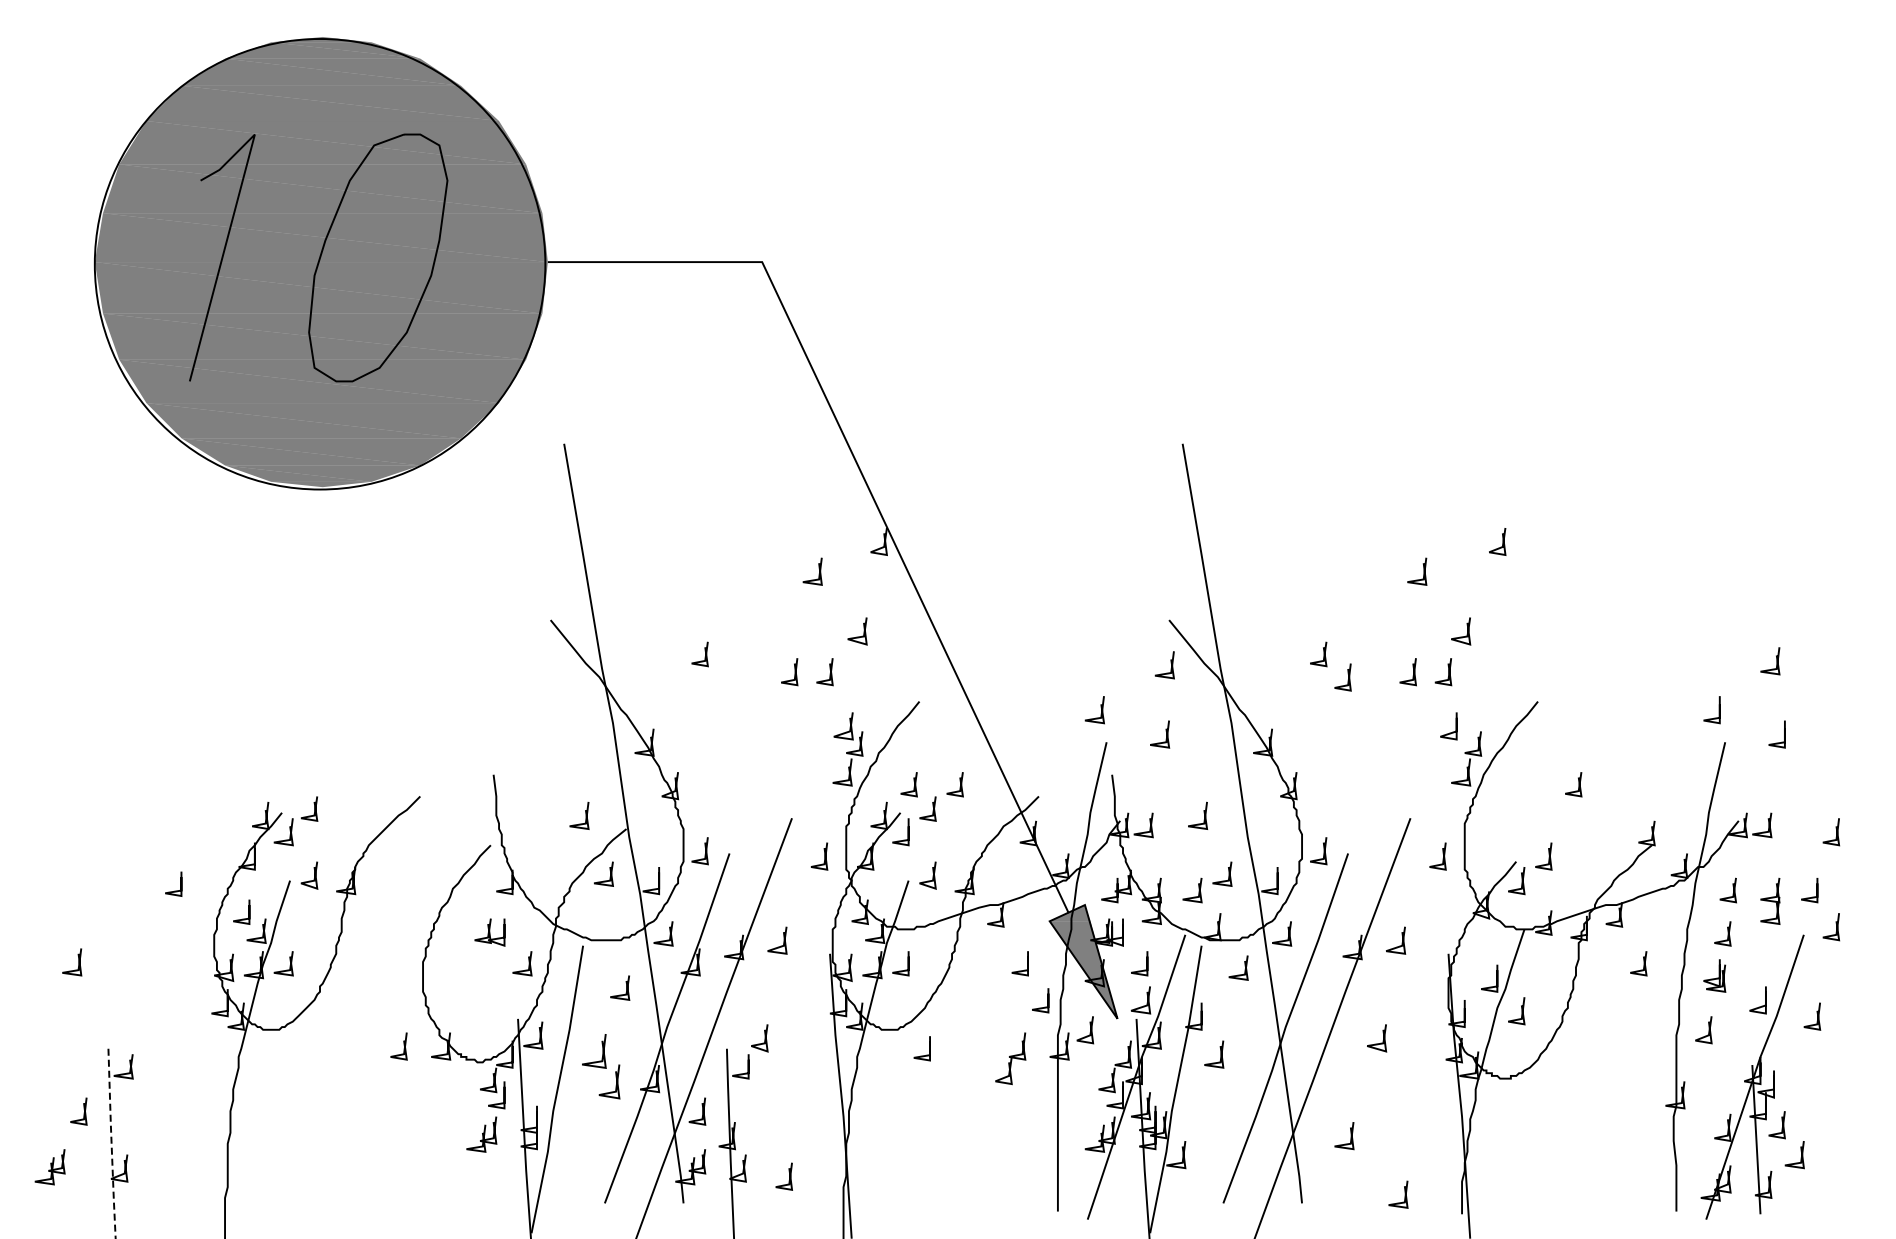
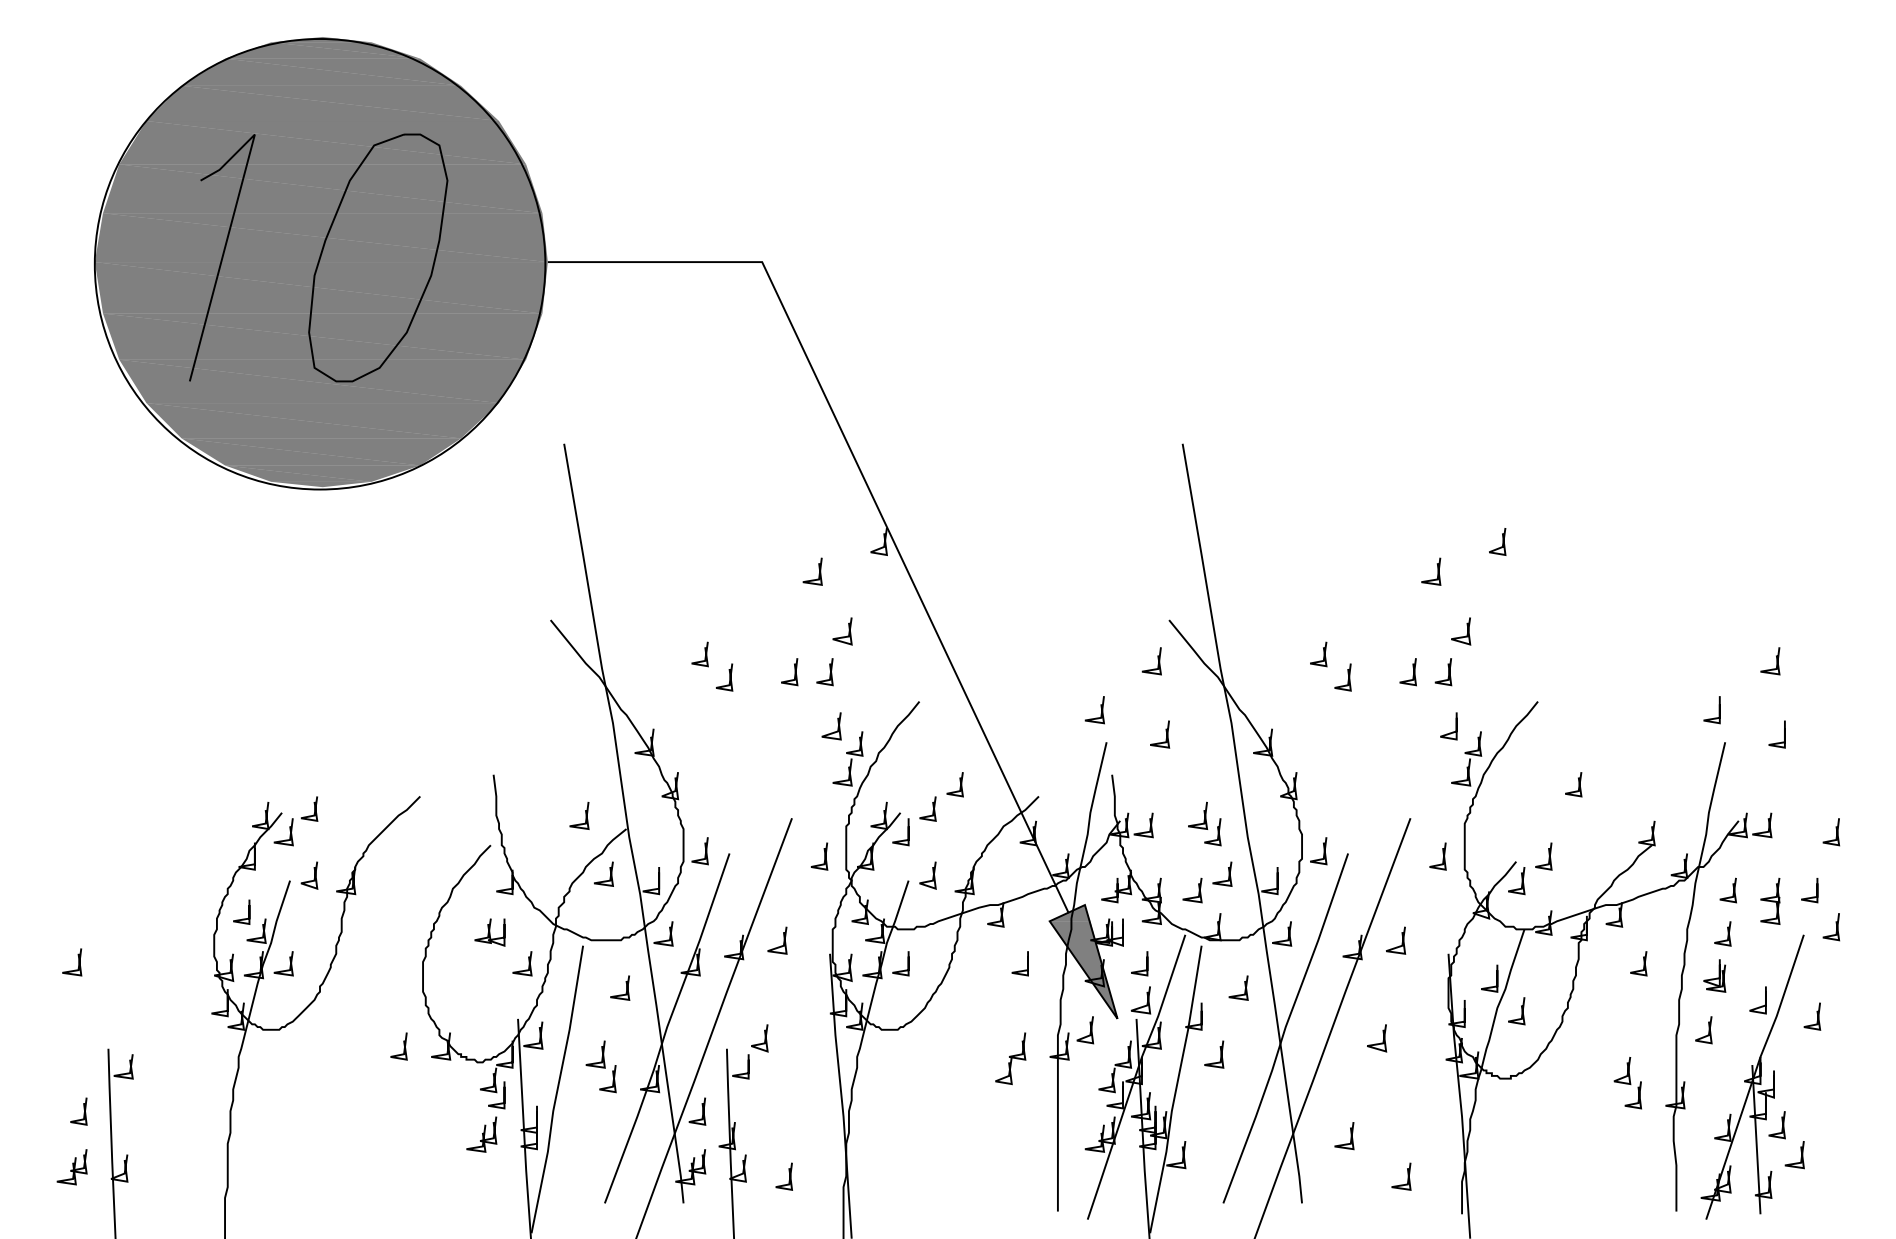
line at (1423, 571) position: (1423, 571) -> (1437, 571)
line at (857, 636) position: (857, 636) -> (842, 636)
line at (1170, 663) position: (1170, 663) -> (1157, 659)
line at (729, 677): none -> present
line at (846, 731) position: (846, 731) -> (834, 731)
line at (913, 781): present -> none
line at (1217, 832): none -> present
line at (180, 883): present -> none
line at (1244, 966) position: (1244, 966) -> (1244, 986)
line at (1047, 1000): present -> none
line at (921, 1055): present -> none
part at (601, 1066) size: 39x66 px -> 32x54 px
part at (1627, 1083): none -> present
arc at (111, 1144): dashed -> solid
part at (49, 1167) position: (49, 1167) -> (71, 1167)
line at (1404, 1194) position: (1404, 1194) -> (1407, 1176)
